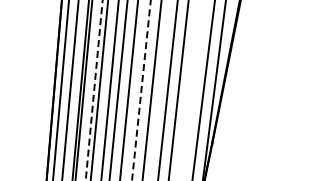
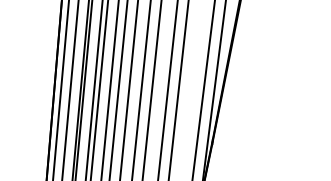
line at (94, 90): dashed -> solid
line at (141, 90): dashed -> solid
